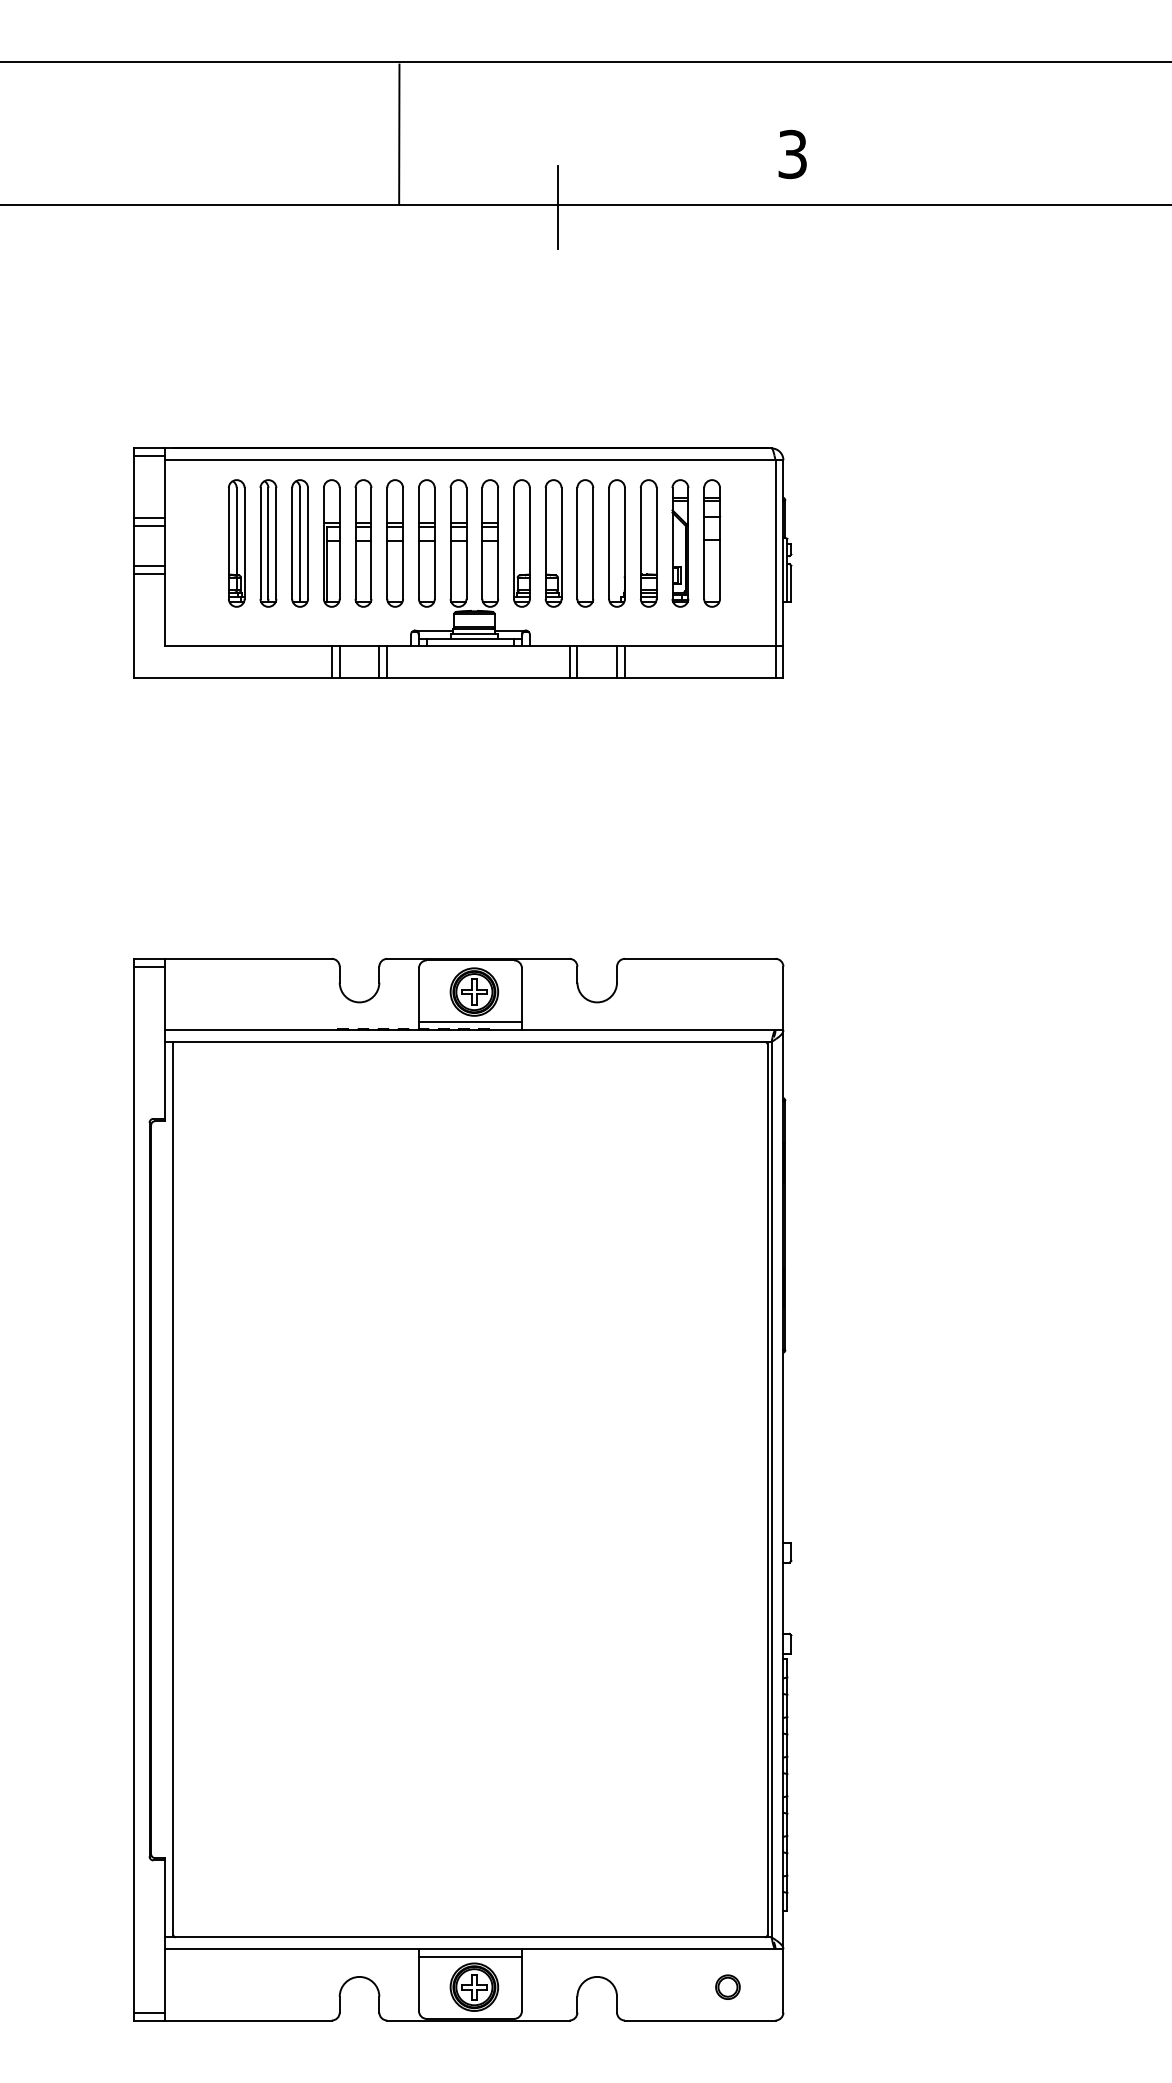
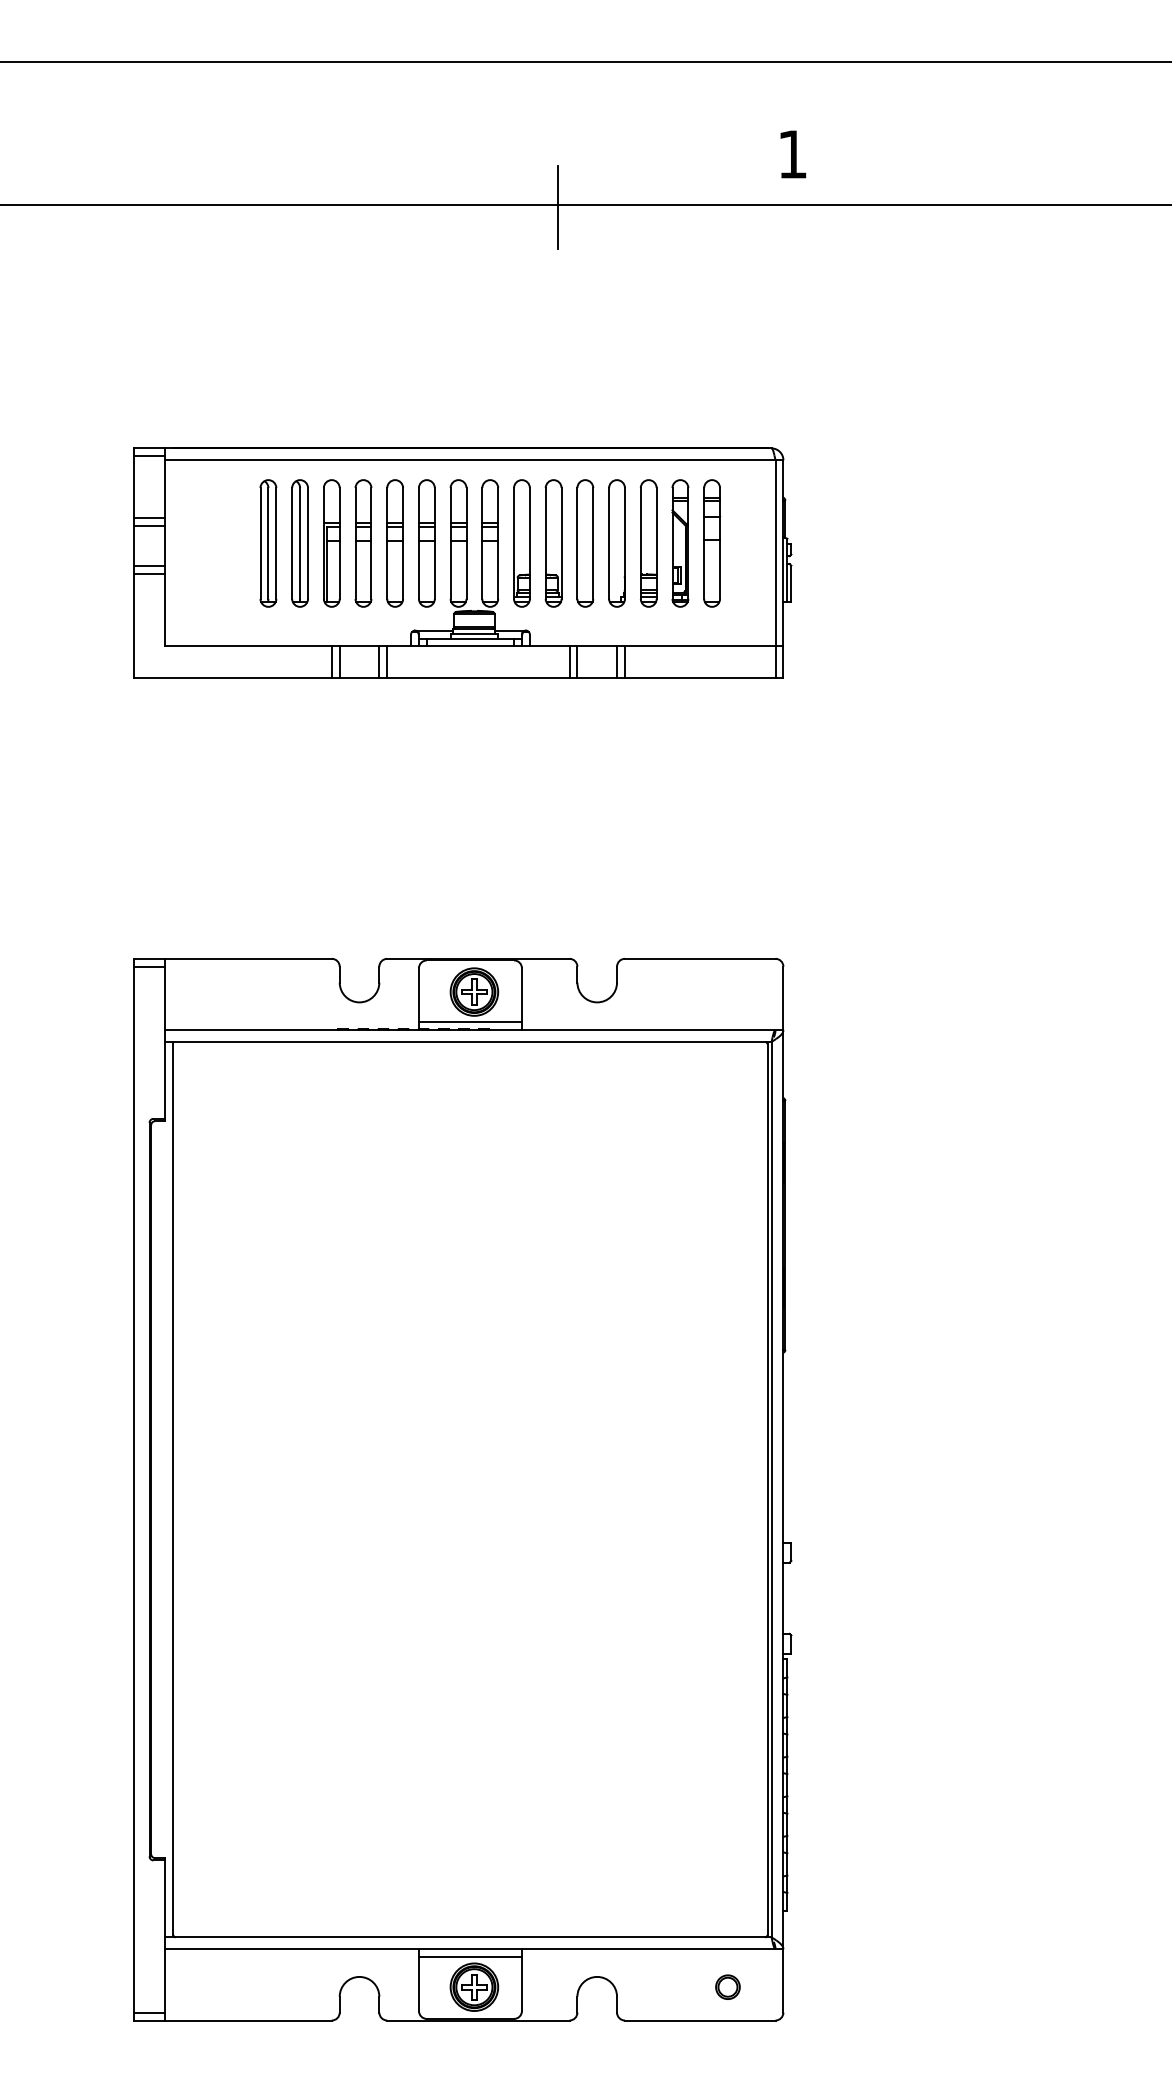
line at (399, 134): present -> none
text at (792, 154): 3 -> 1
part at (236, 543): present -> none
